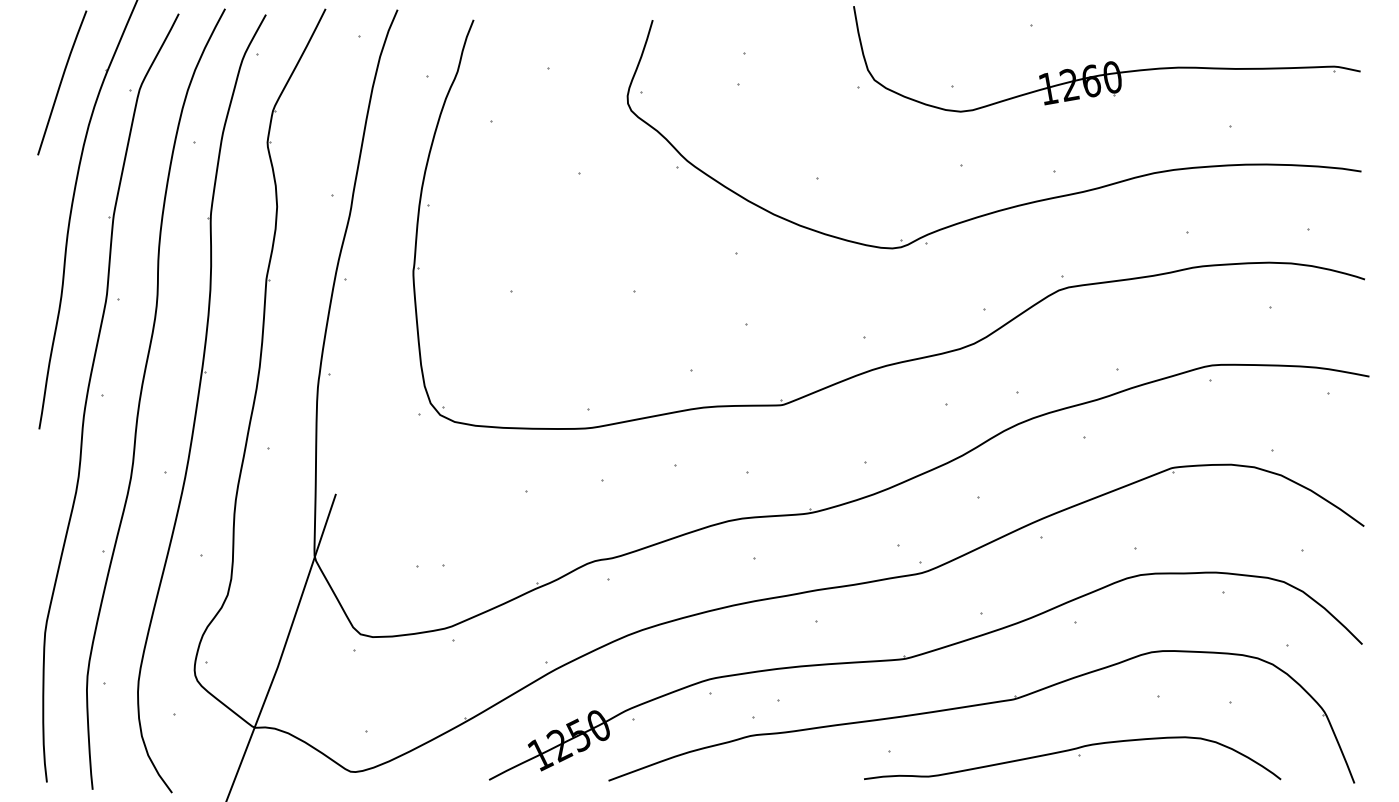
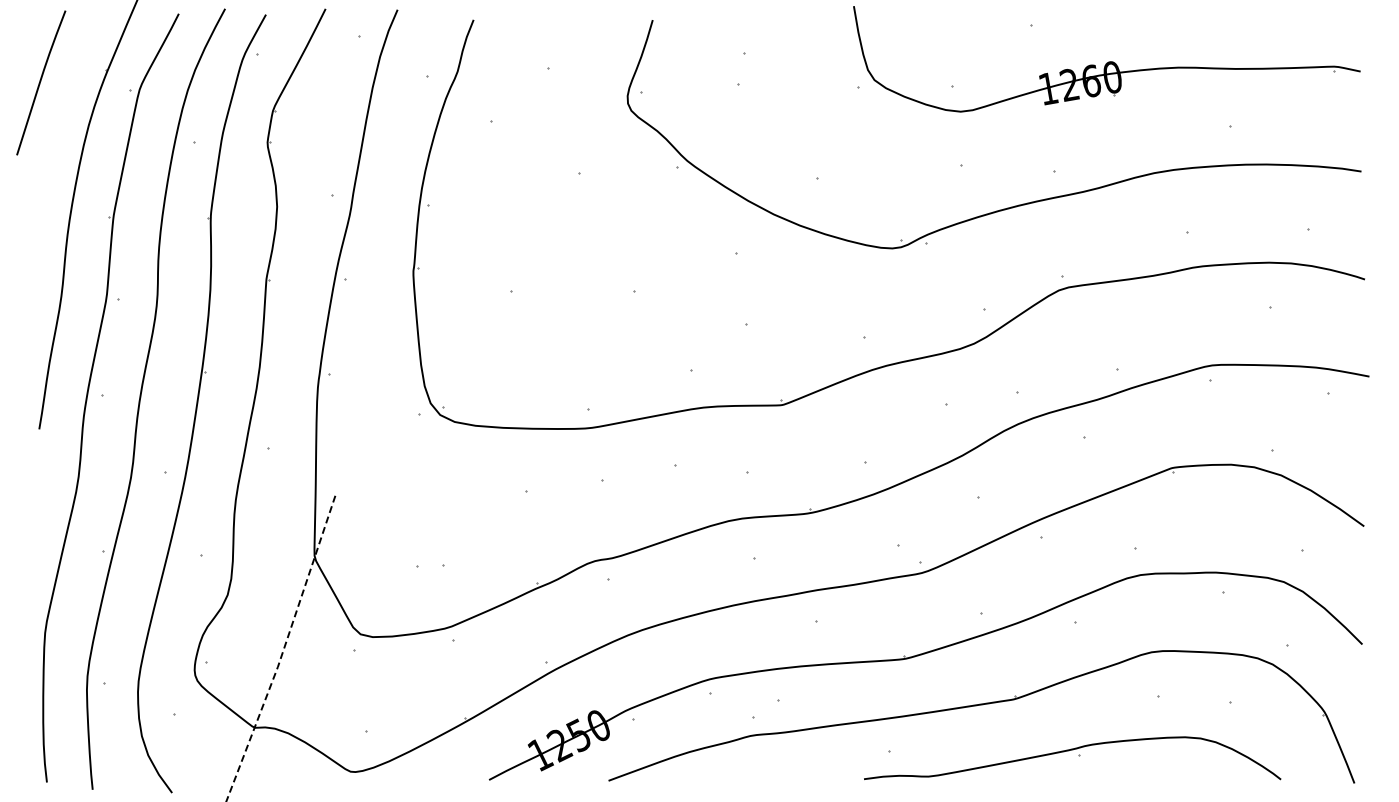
curve at (62, 81) position: (62, 81) -> (41, 81)
line at (283, 649): solid -> dashed
